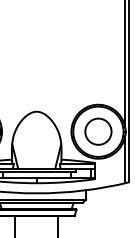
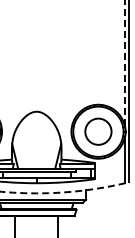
line at (124, 63): solid -> dashed
arc at (64, 192): solid -> dashed
